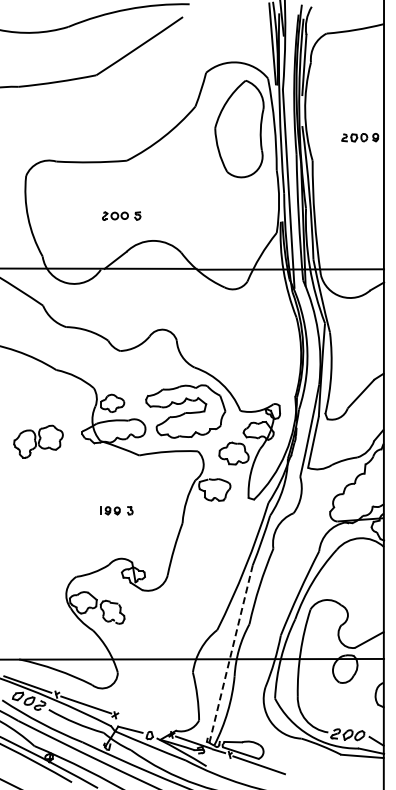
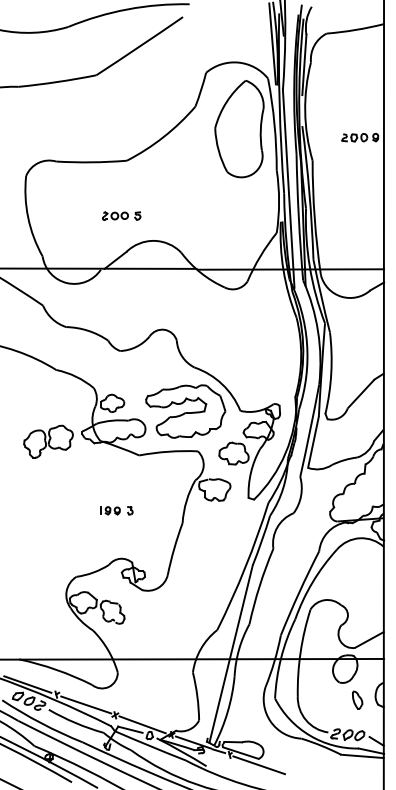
part at (38, 441) position: (38, 441) -> (48, 441)
line at (231, 654): dashed -> solid
part at (357, 699): none -> present
line at (142, 724): none -> present
